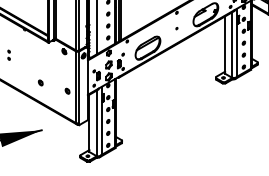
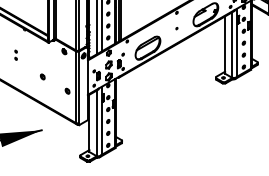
line at (101, 26): none -> present
part at (8, 54) position: (8, 54) -> (15, 54)
part at (40, 82) position: (40, 82) -> (42, 76)
